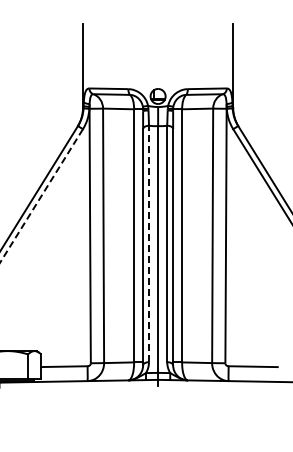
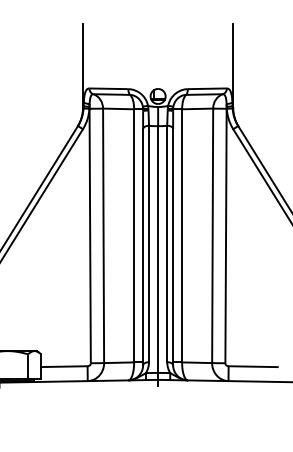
line at (41, 195): dashed -> solid
line at (149, 243): dashed -> solid
